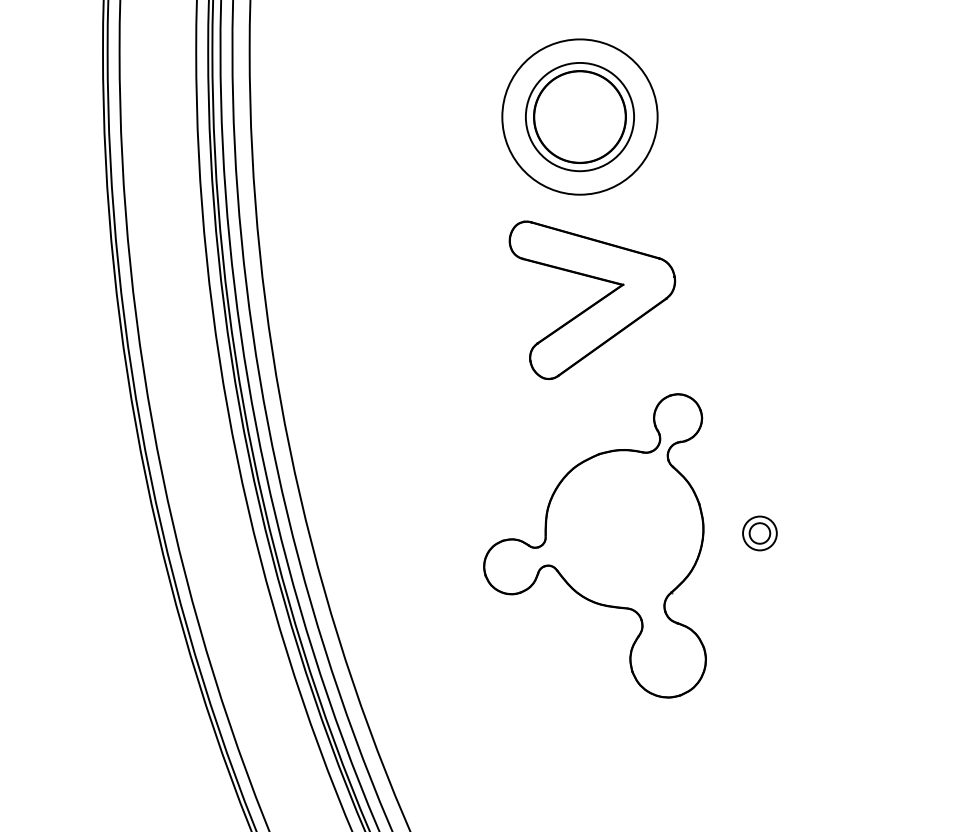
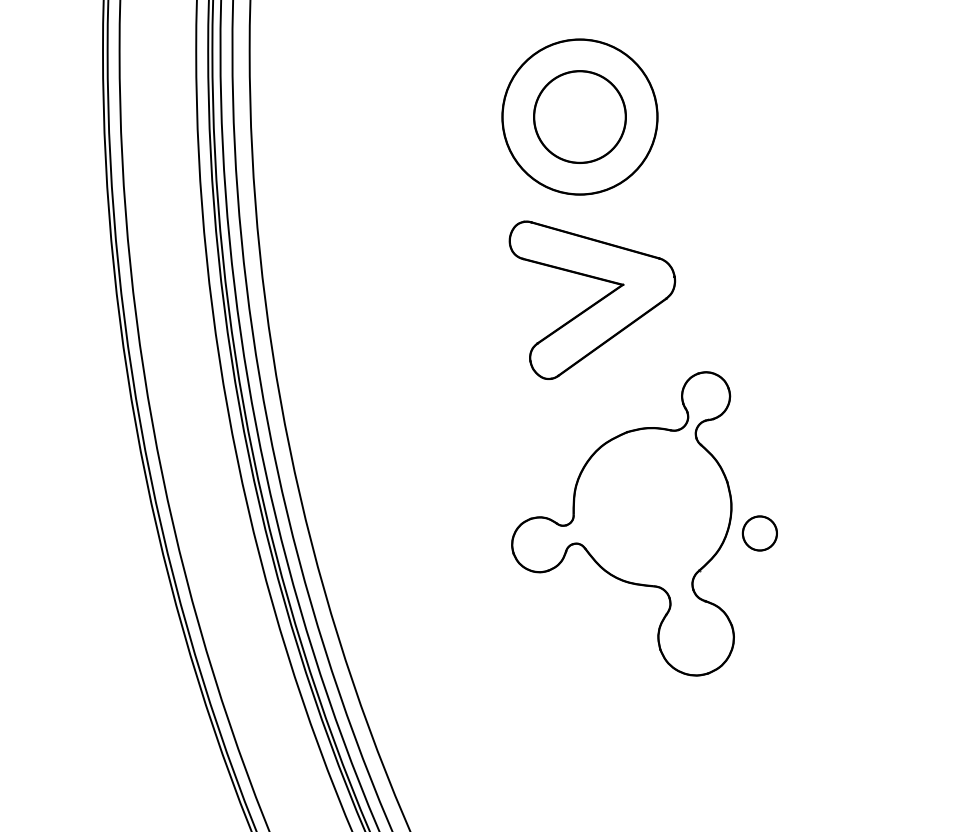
circle at (579, 116) diameter: 108 px -> 155 px
circle at (759, 533) diameter: 21 px -> 34 px
part at (594, 545) position: (594, 545) -> (622, 523)
